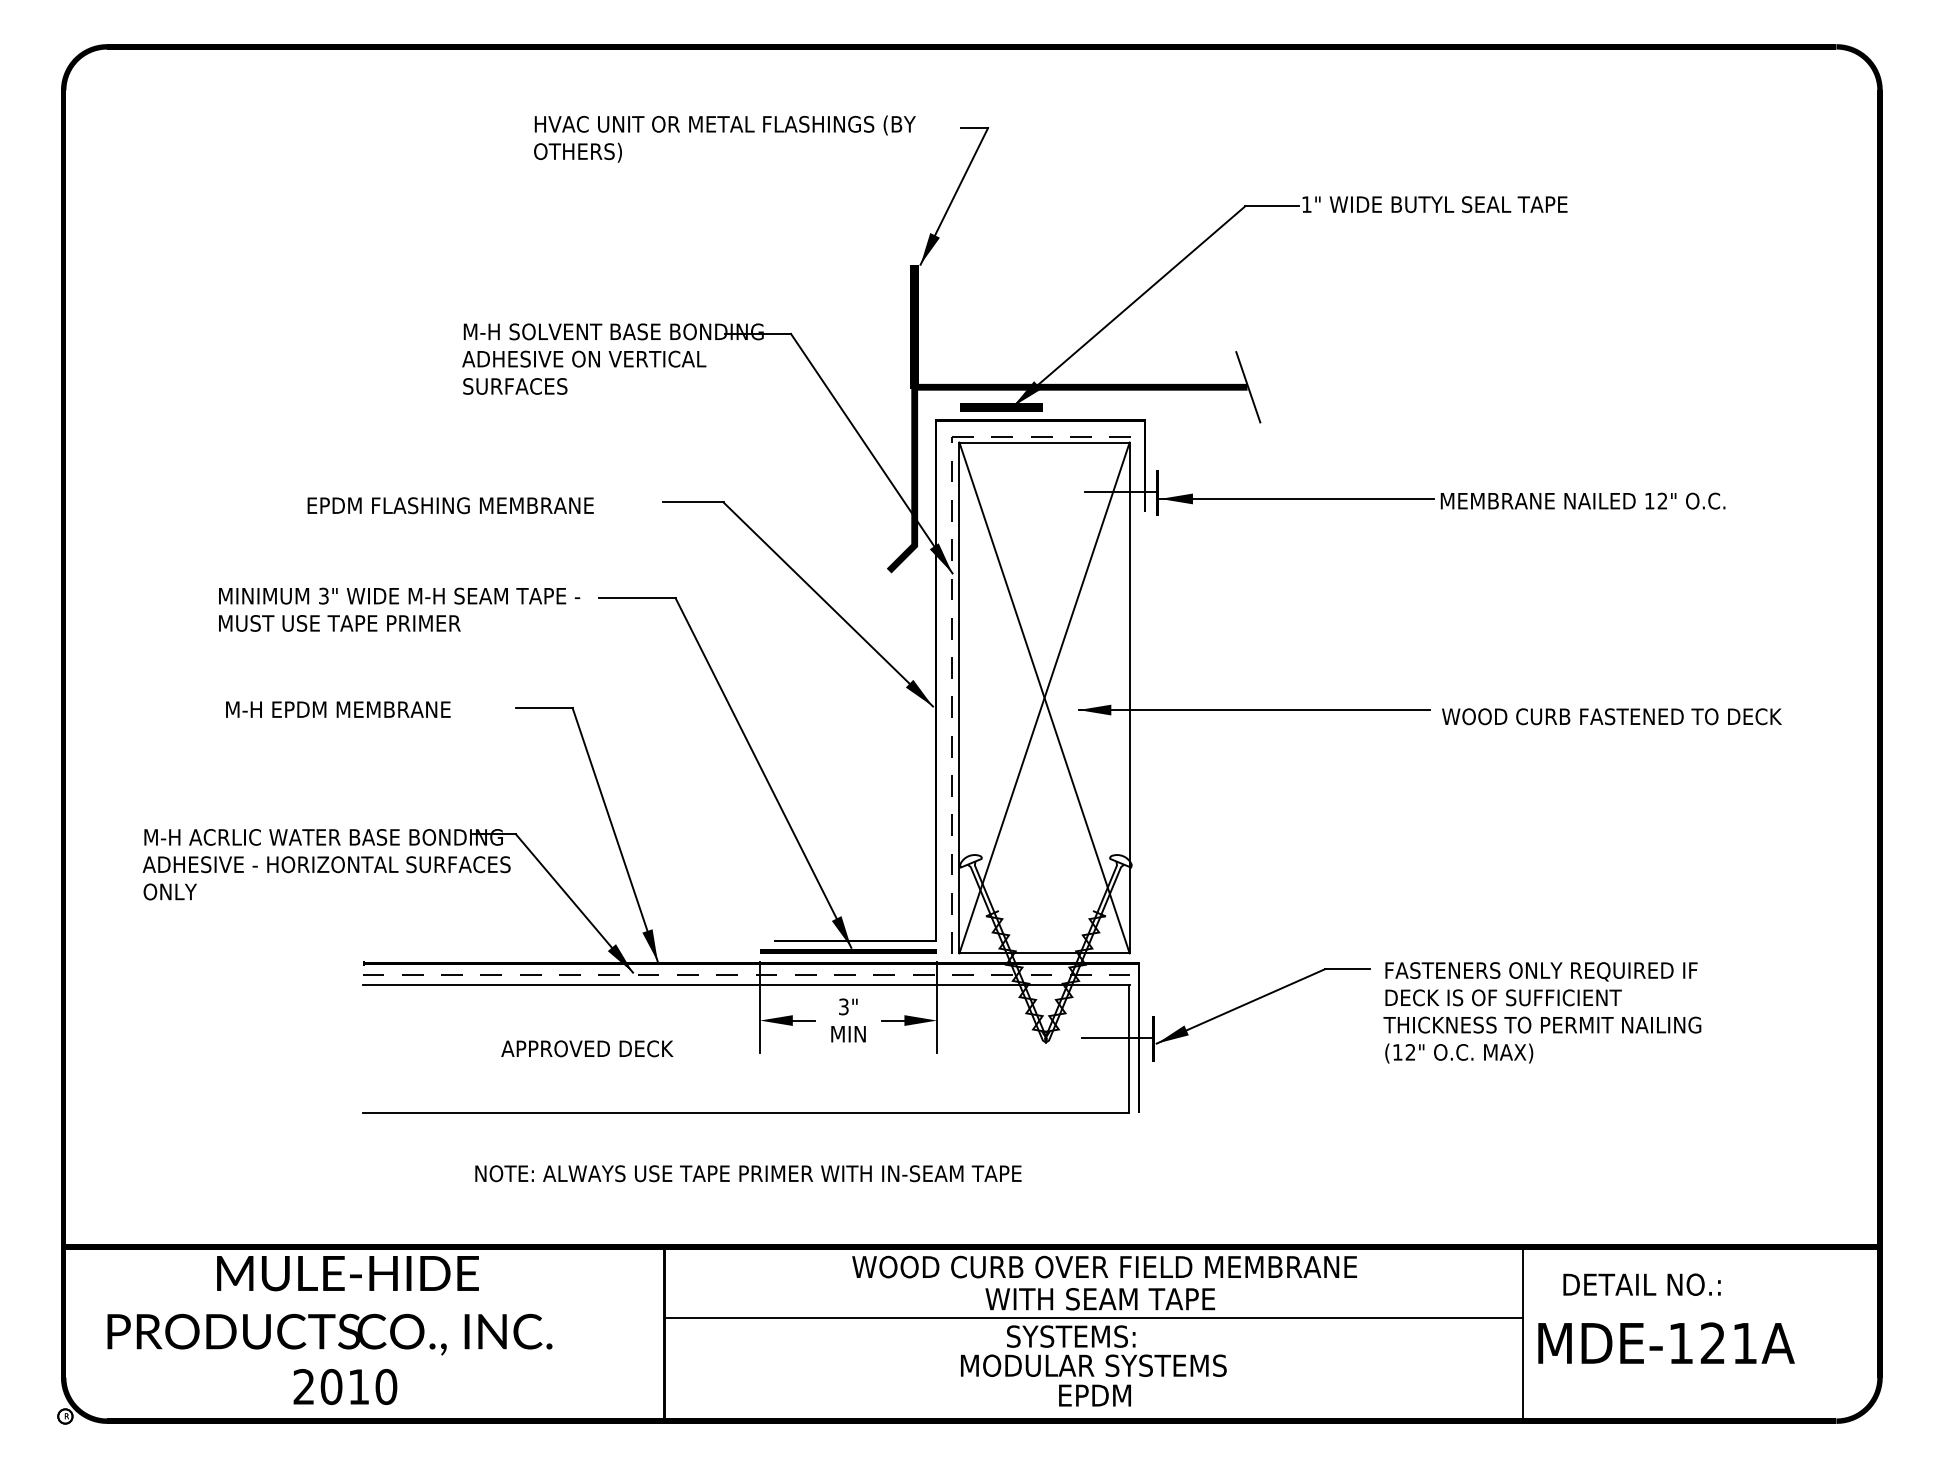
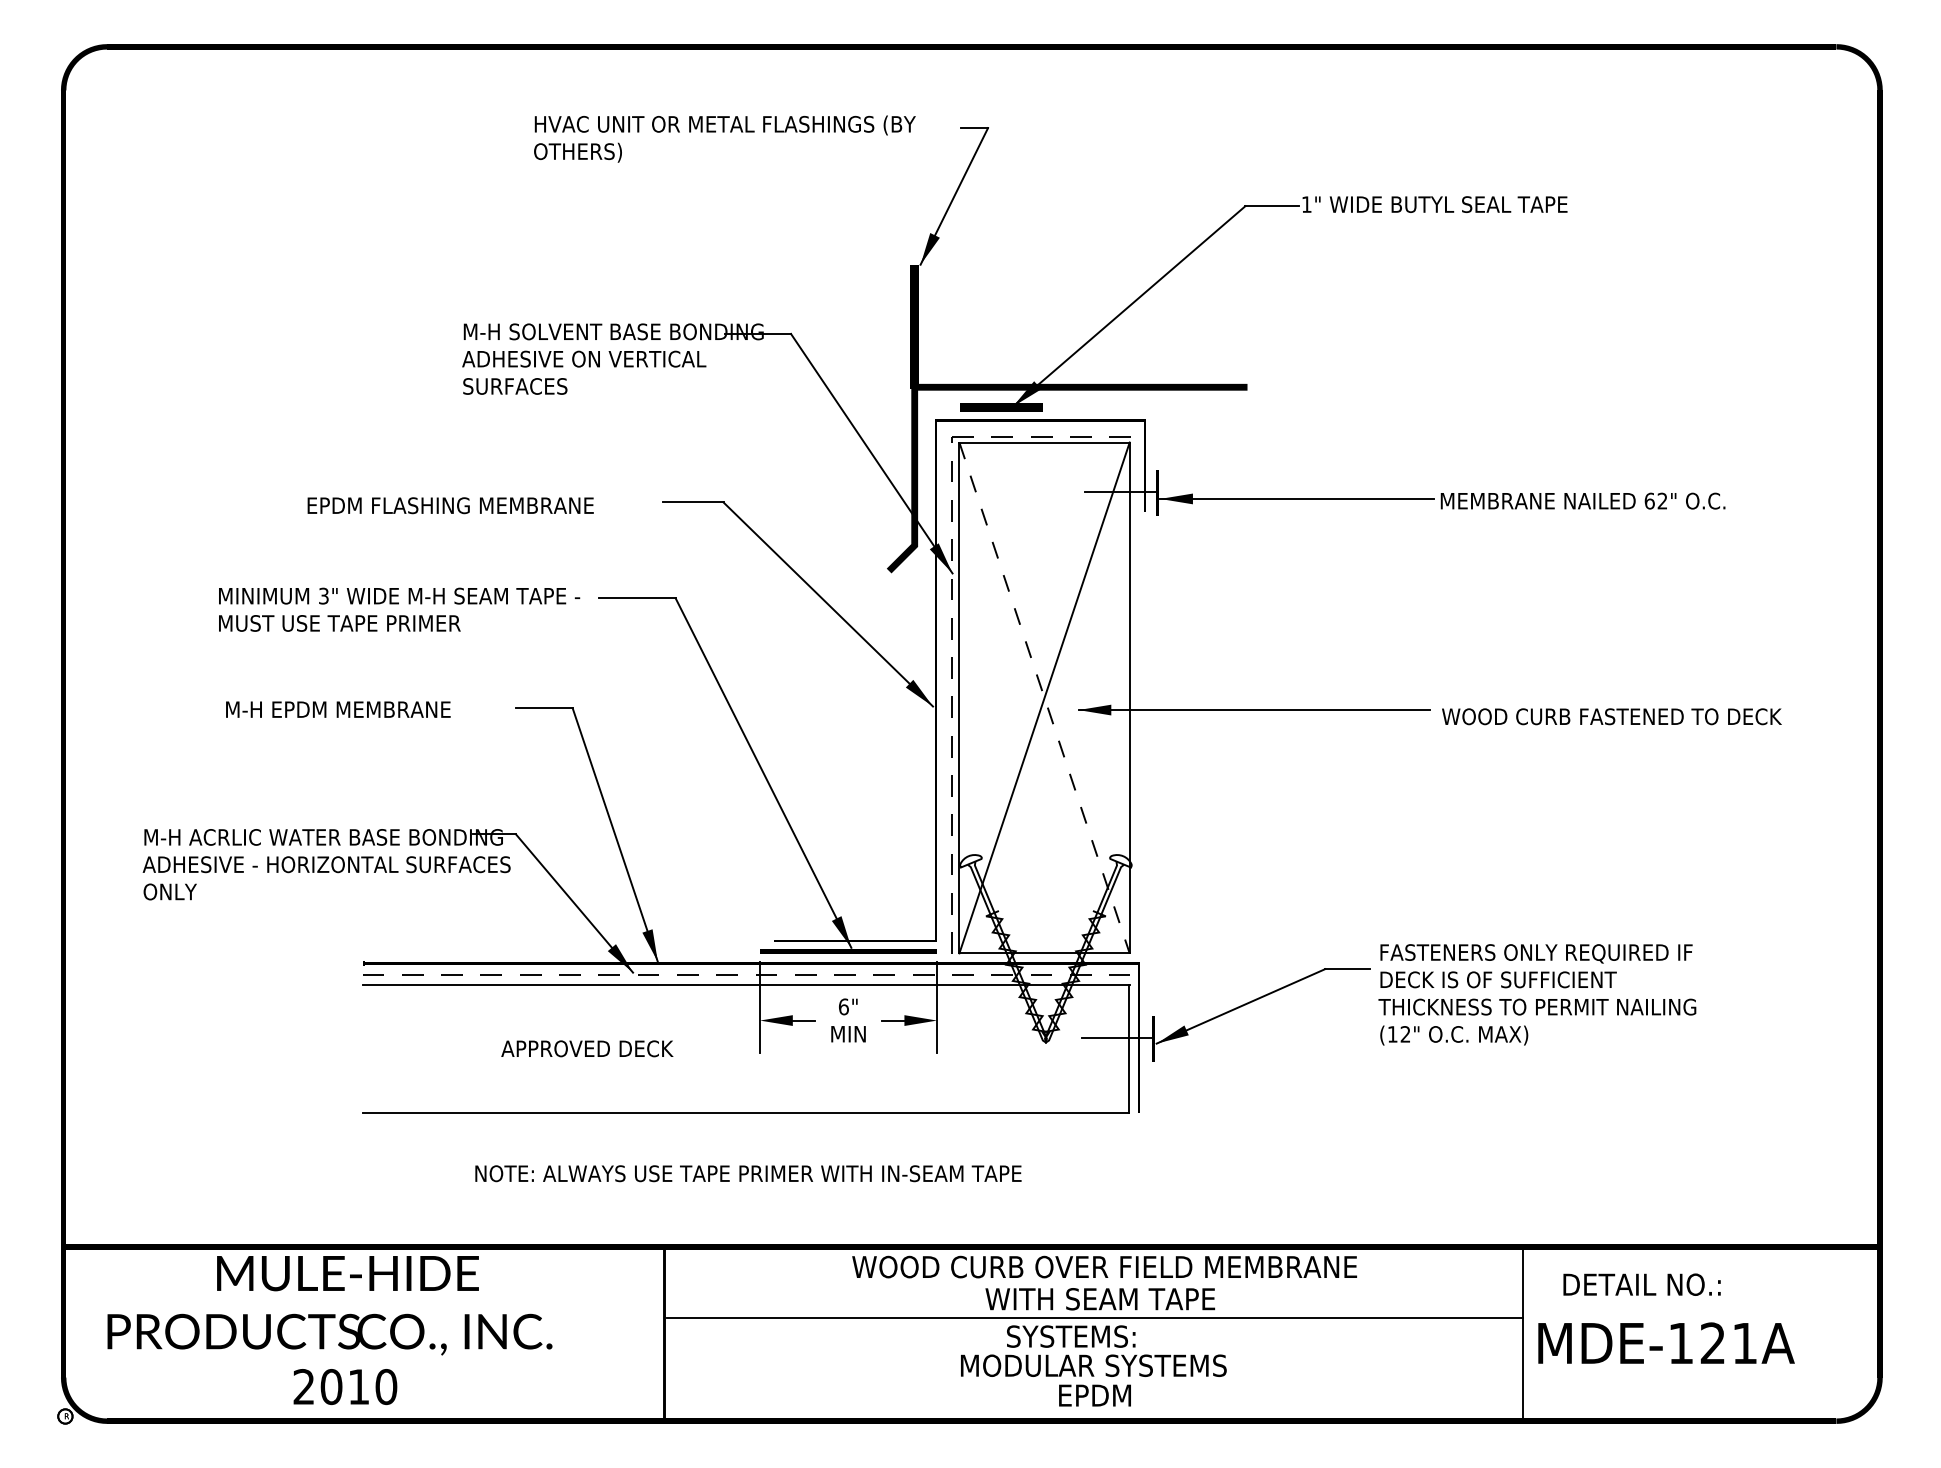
line at (1248, 387): present -> none
text at (1649, 500): 12" -> 62"
line at (1044, 698): solid -> dashed
text at (843, 1006): 3" -> 6"
text at (1542, 1012) position: (1542, 1012) -> (1537, 994)
